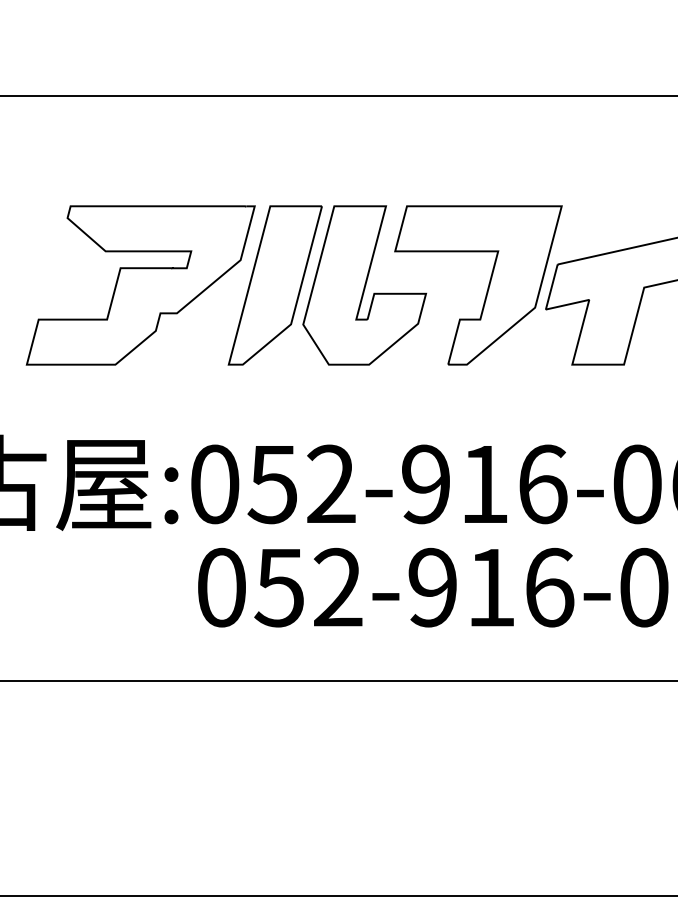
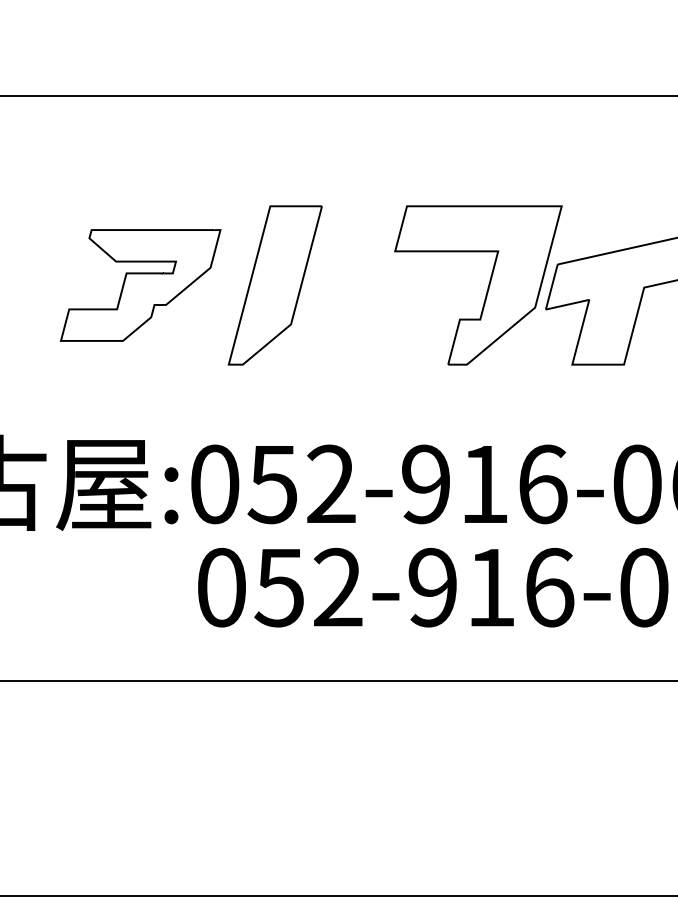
part at (140, 285) size: 231x161 px -> 163x113 px
part at (364, 285): present -> none
